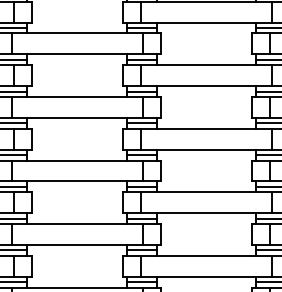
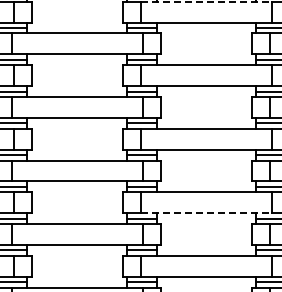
line at (207, 1): solid -> dashed
line at (207, 213): solid -> dashed
